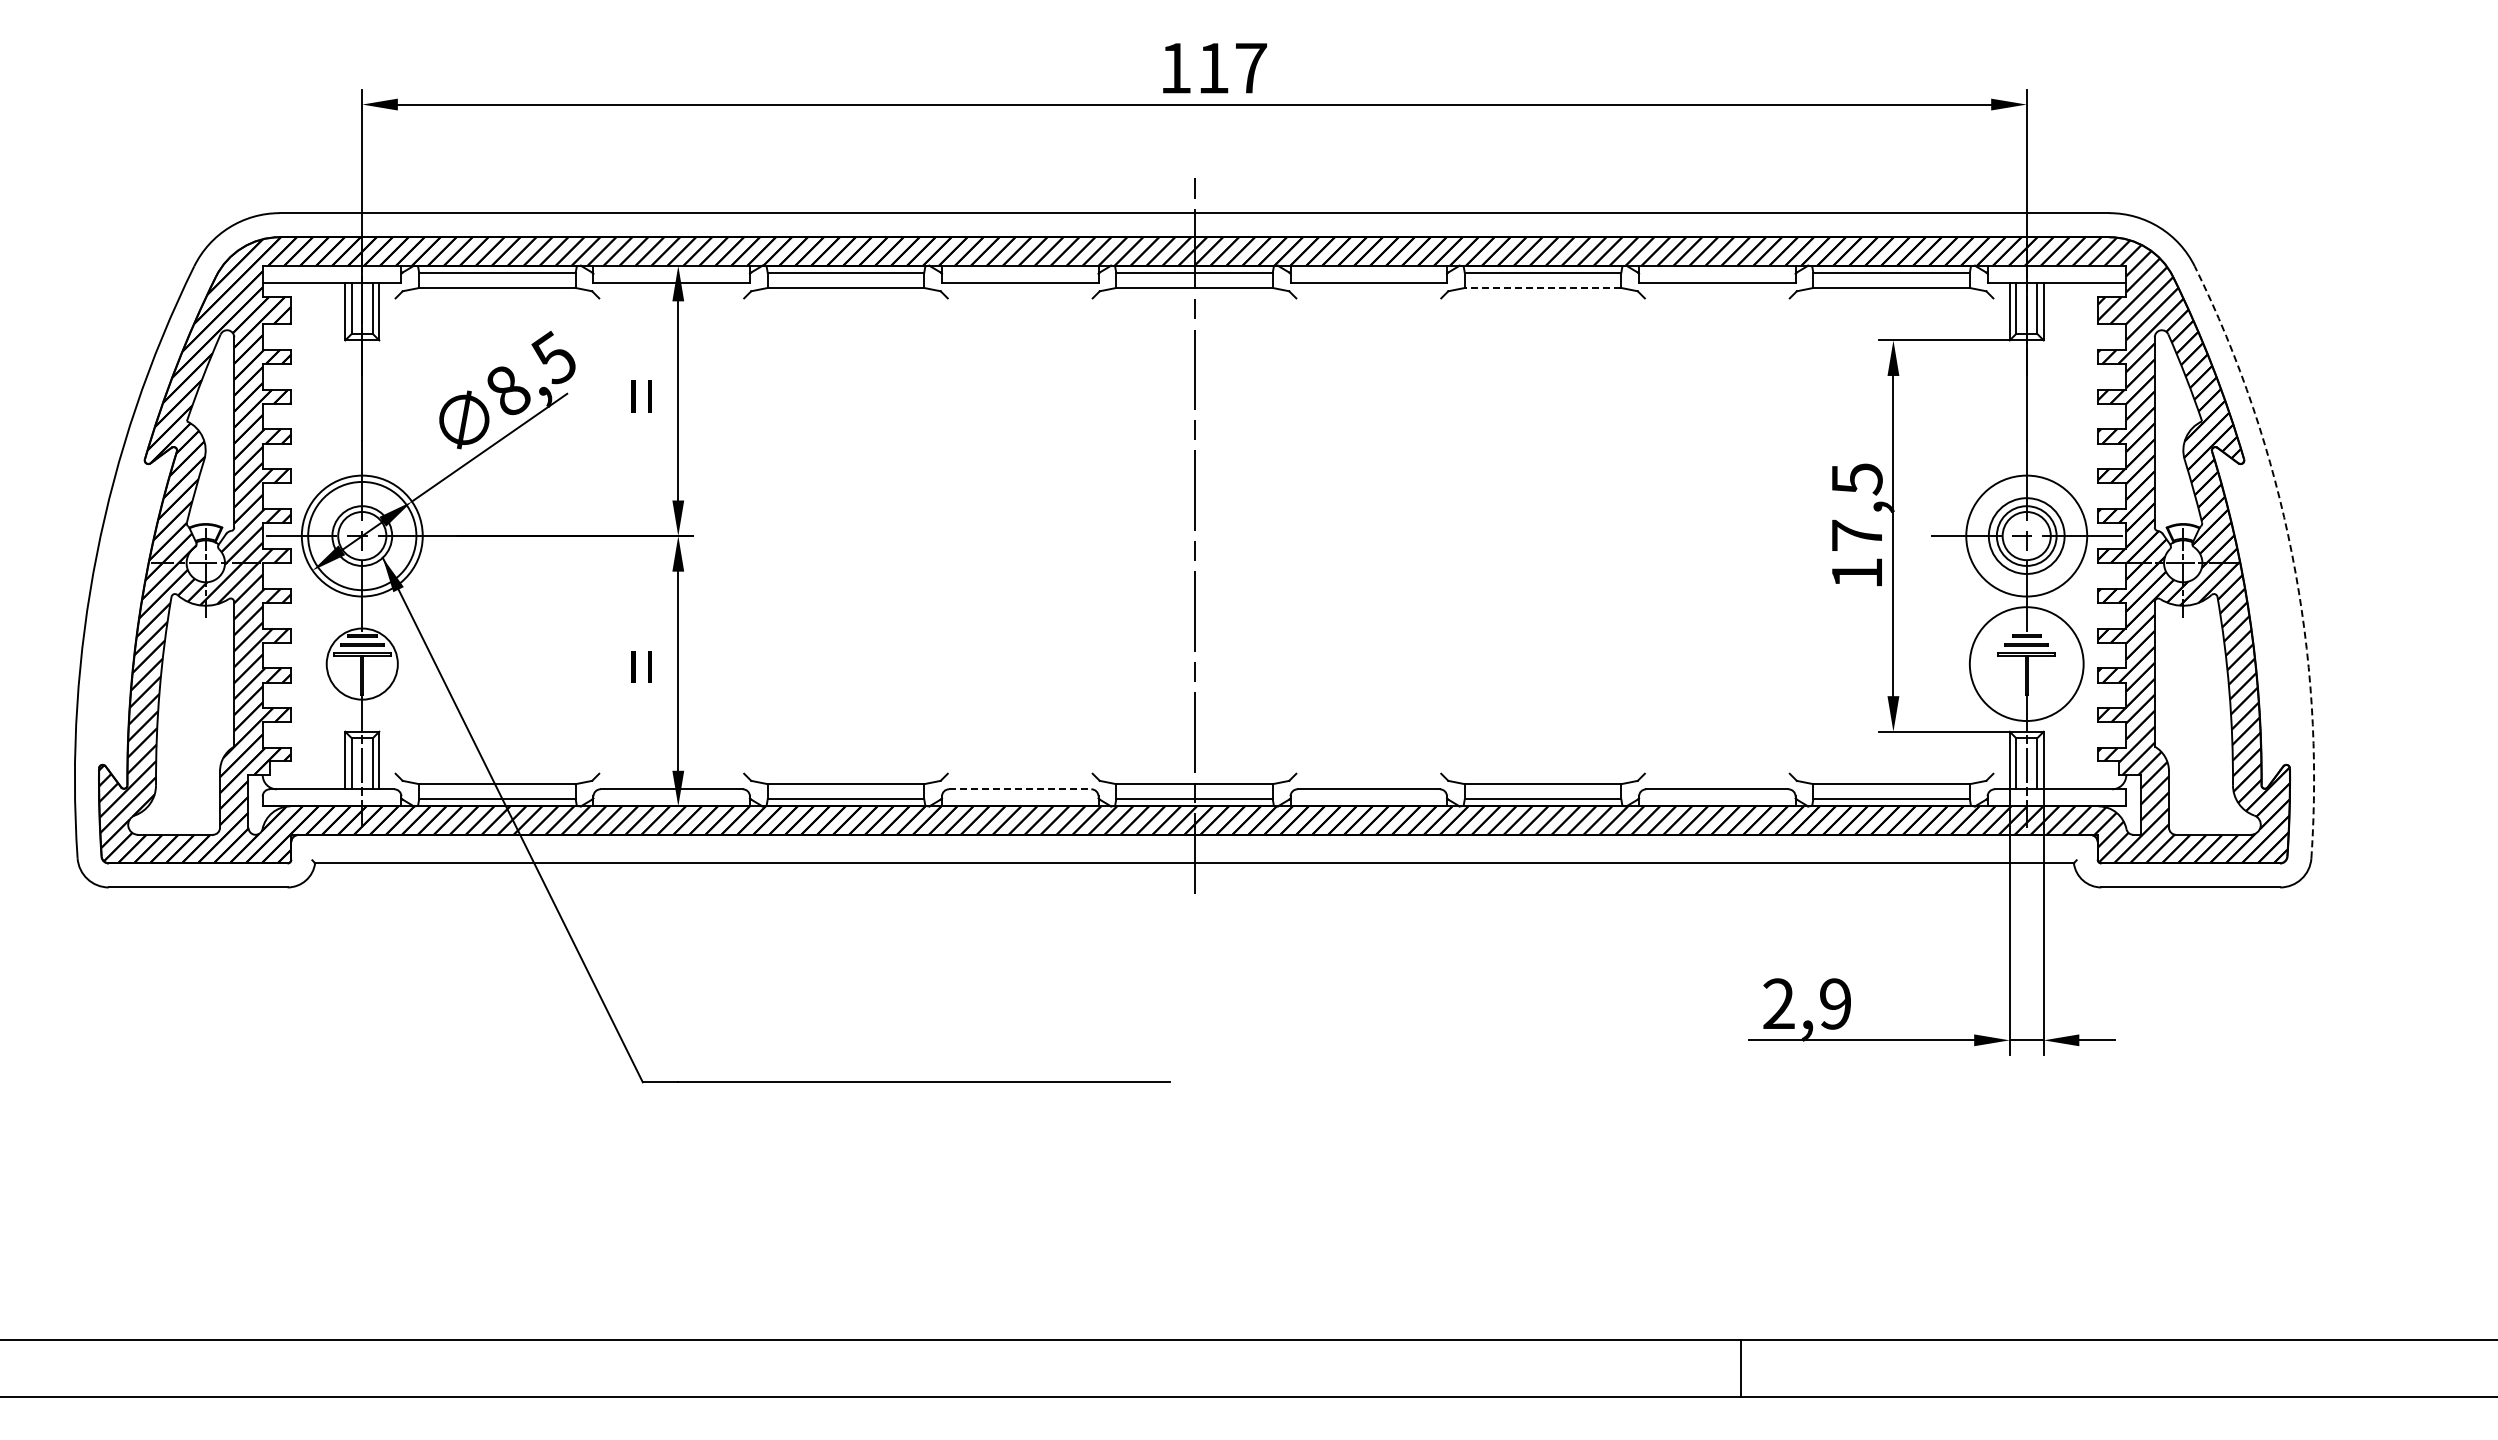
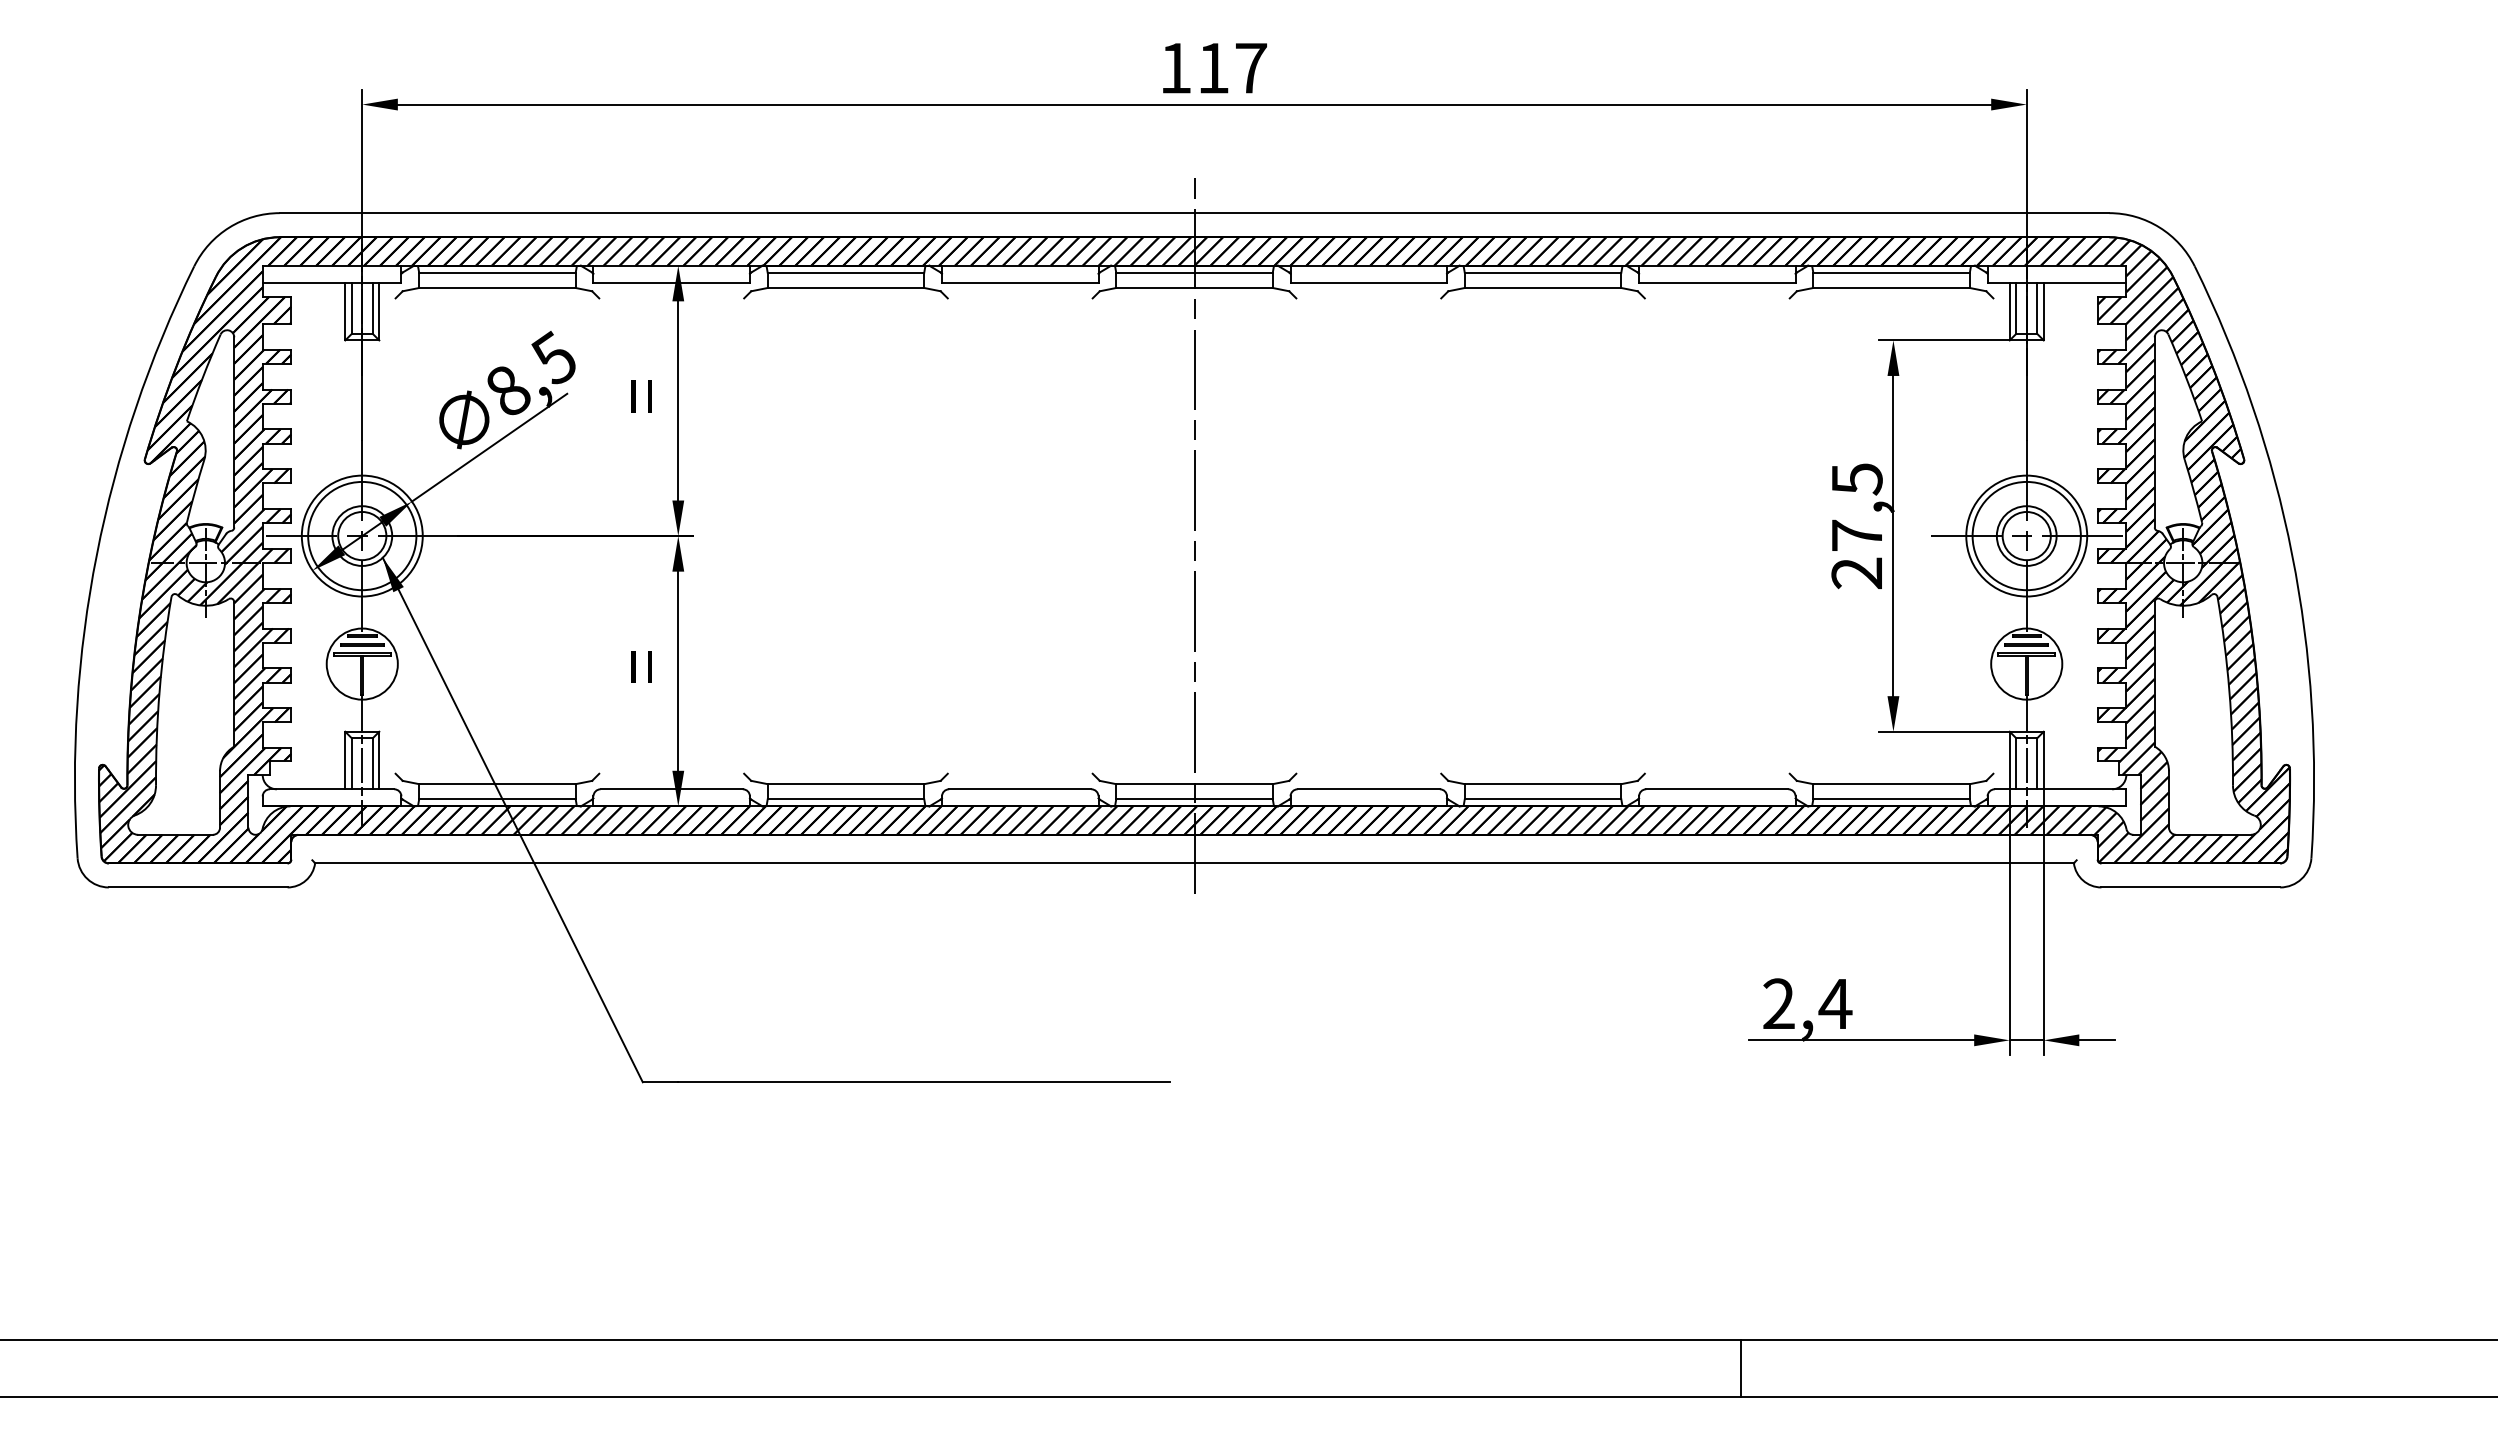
line at (1542, 287): dashed -> solid
circle at (2026, 535) diameter: 76 px -> 108 px
arc at (2292, 554): dashed -> solid
text at (1856, 573): 17,5 -> 27,5
circle at (2026, 664) diameter: 114 px -> 71 px
line at (1020, 789): dashed -> solid
text at (1835, 1003): 2,9 -> 2,4
